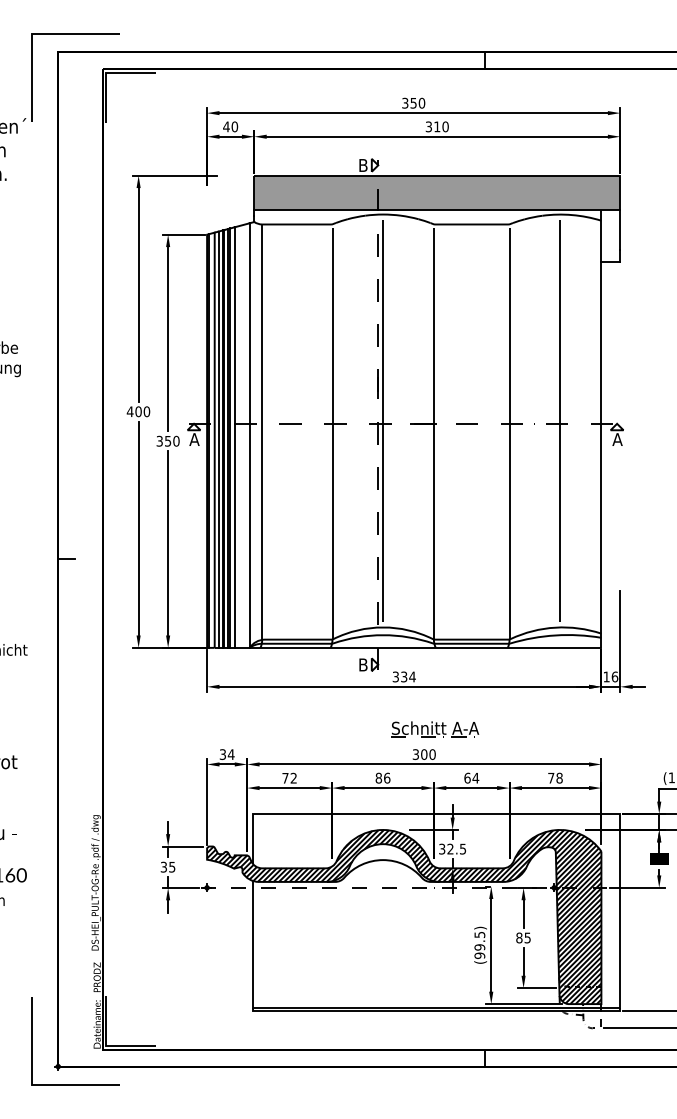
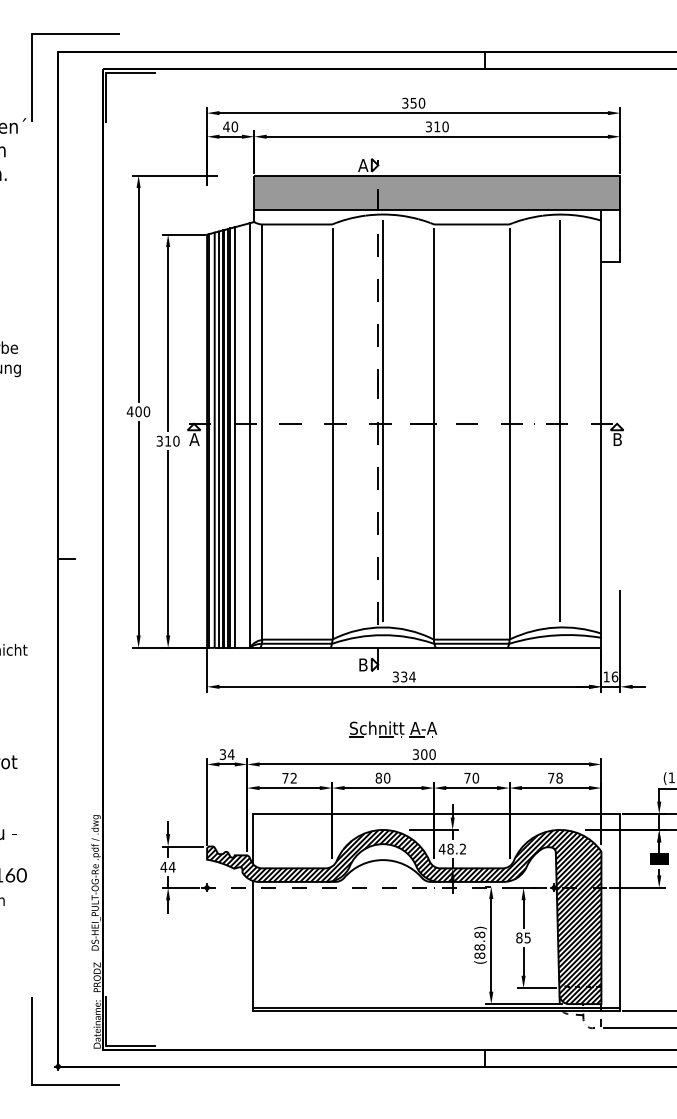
text at (363, 165): B -> A
text at (617, 439): A -> B
text at (168, 441): 350 -> 310
part at (435, 729) position: (435, 729) -> (393, 729)
text at (387, 777): 86 -> 80
text at (471, 777): 64 -> 70
text at (452, 848): 32.5 -> 48.2
text at (167, 866): 35 -> 44
text at (479, 944): (99.5) -> (88.8)
